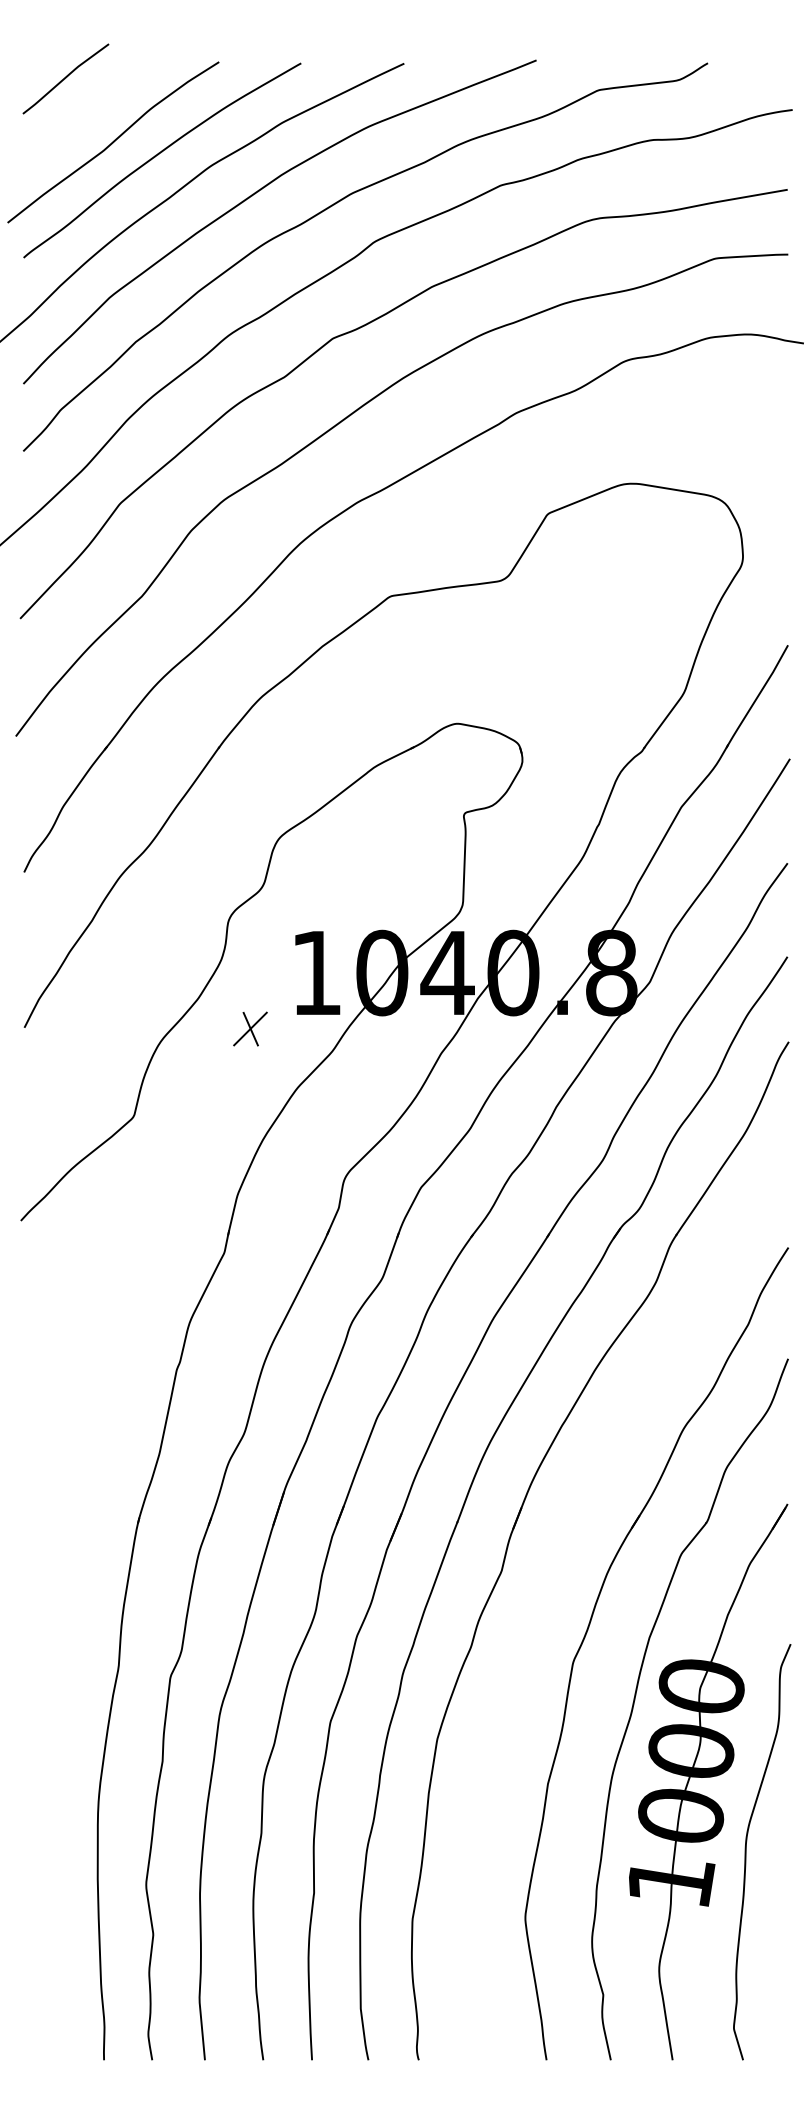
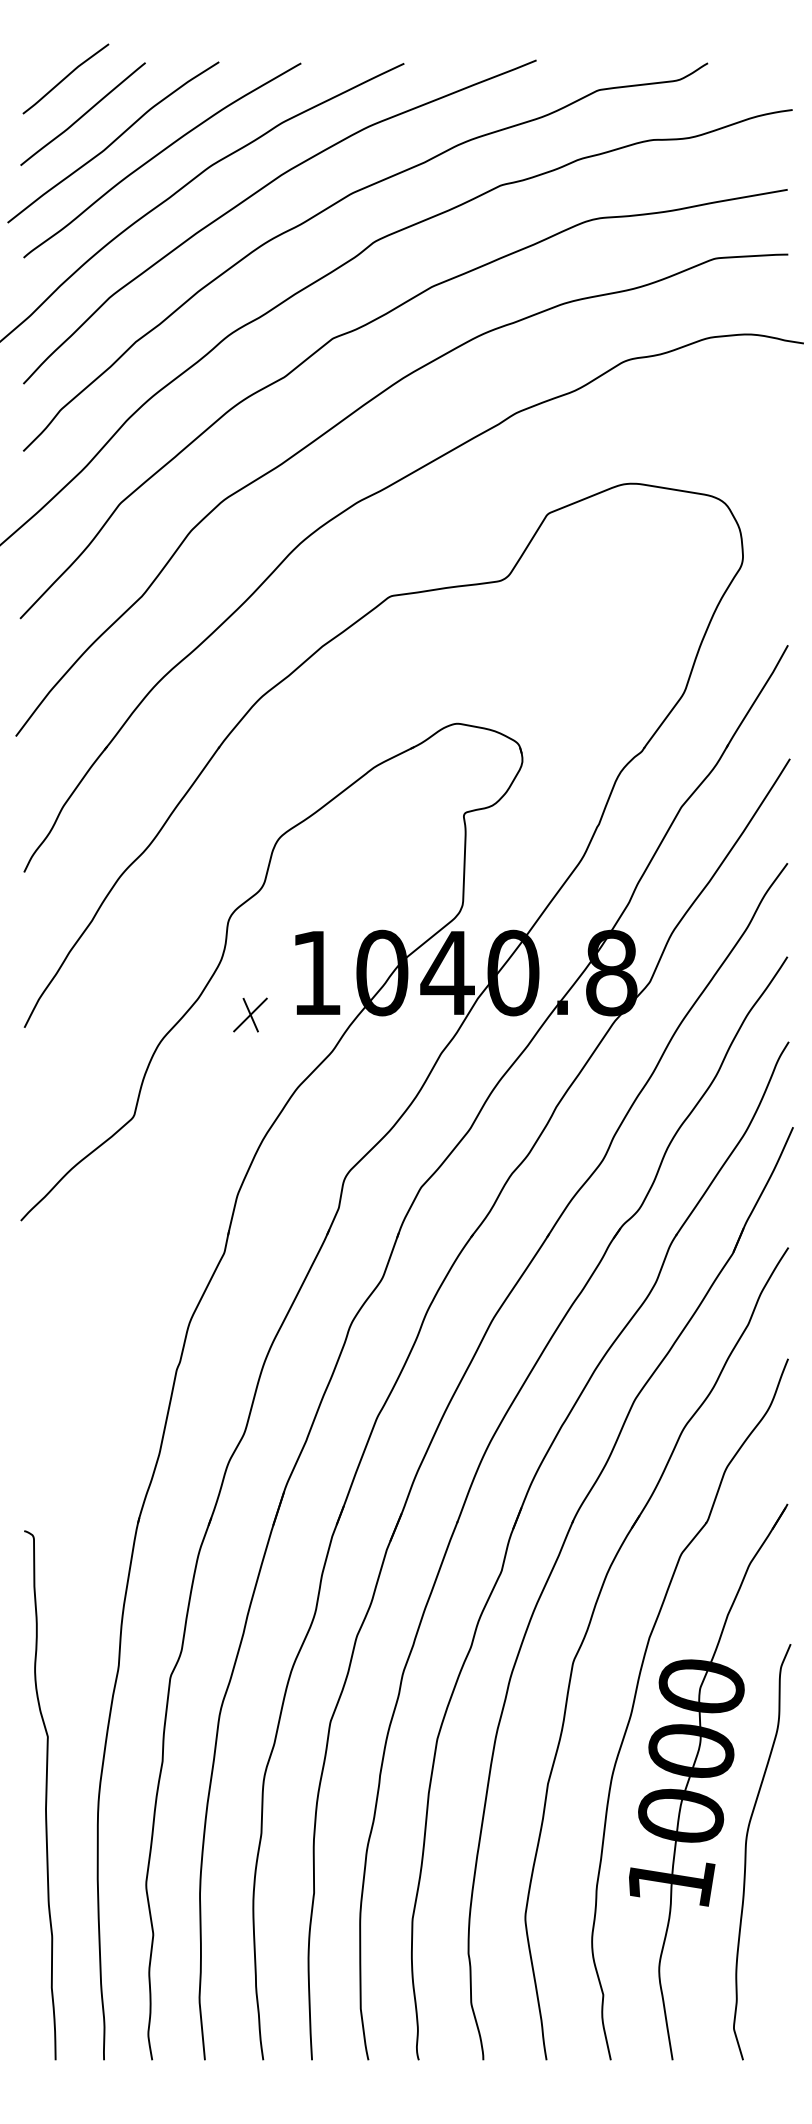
curve at (82, 114): none -> present
part at (250, 1028) position: (250, 1028) -> (250, 1014)
part at (558, 1559): none -> present
curve at (45, 1795): none -> present
